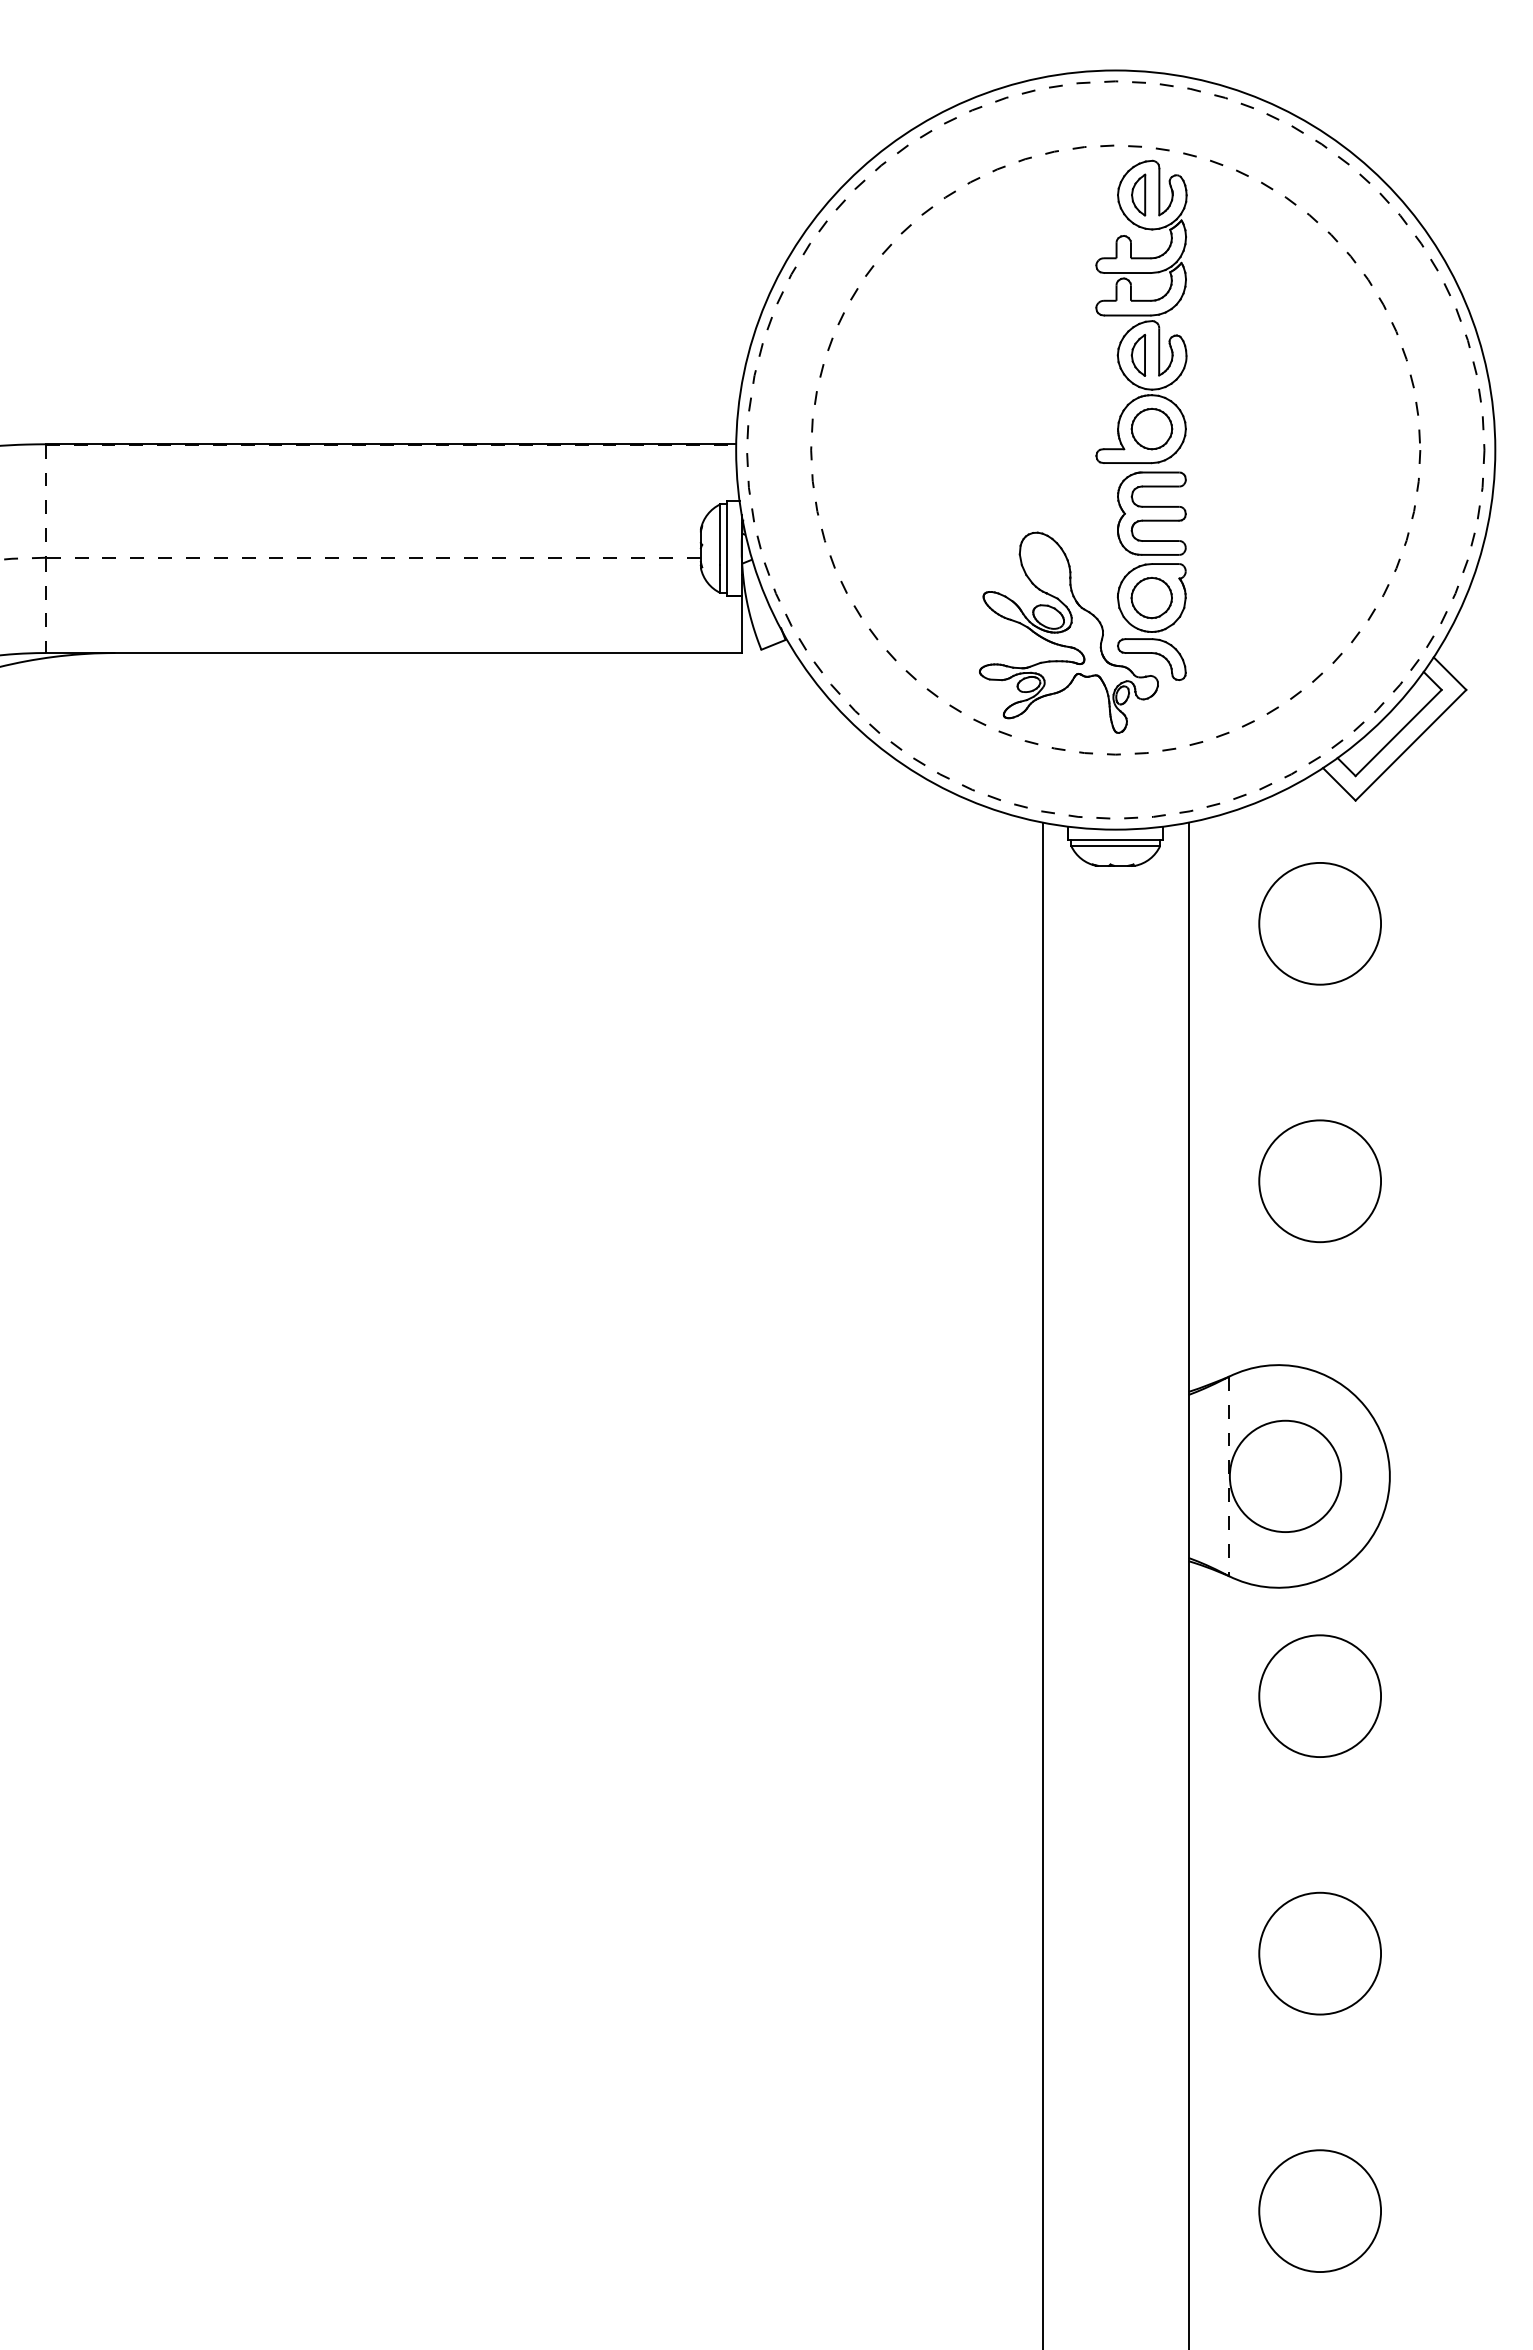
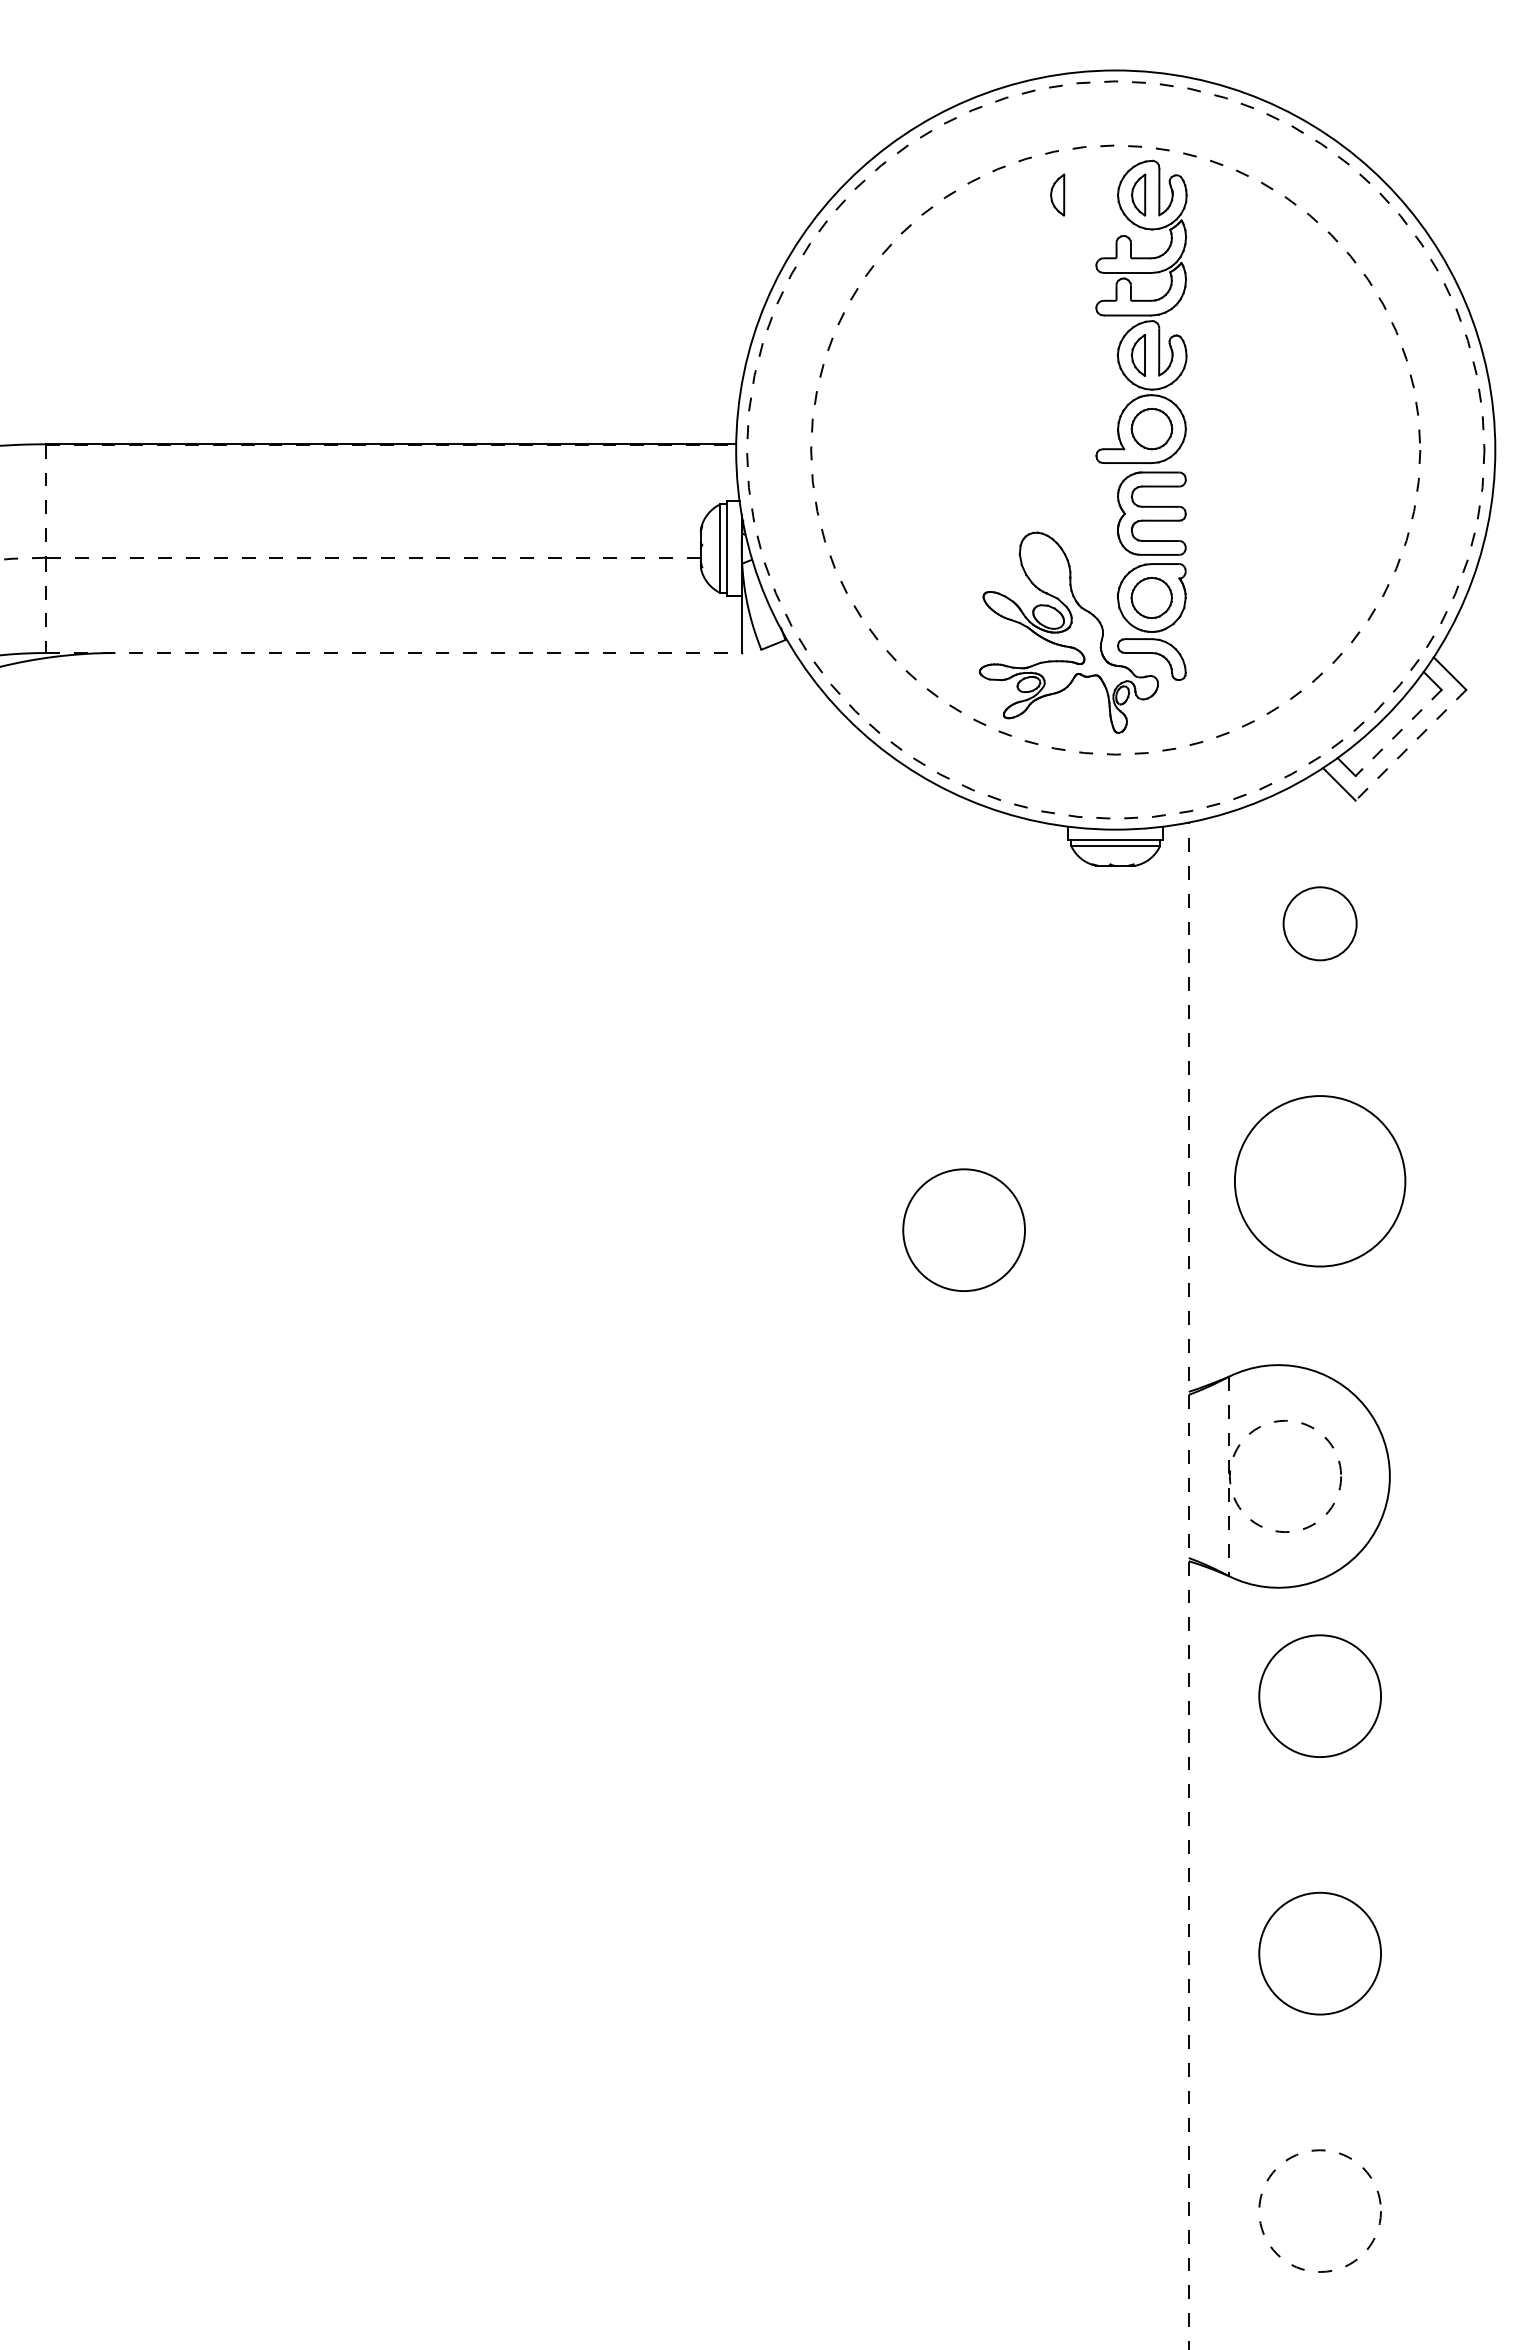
part at (1057, 194): none -> present
line at (393, 653): solid -> dashed
line at (1398, 733): solid -> dashed
line at (1410, 745): solid -> dashed
circle at (1320, 923) diameter: 122 px -> 73 px
circle at (1320, 1181) diameter: 122 px -> 170 px
circle at (963, 1229): none -> present
circle at (1285, 1476): solid -> dashed
line at (1042, 1584): present -> none
line at (1188, 1585): solid -> dashed
circle at (1320, 2211): solid -> dashed
